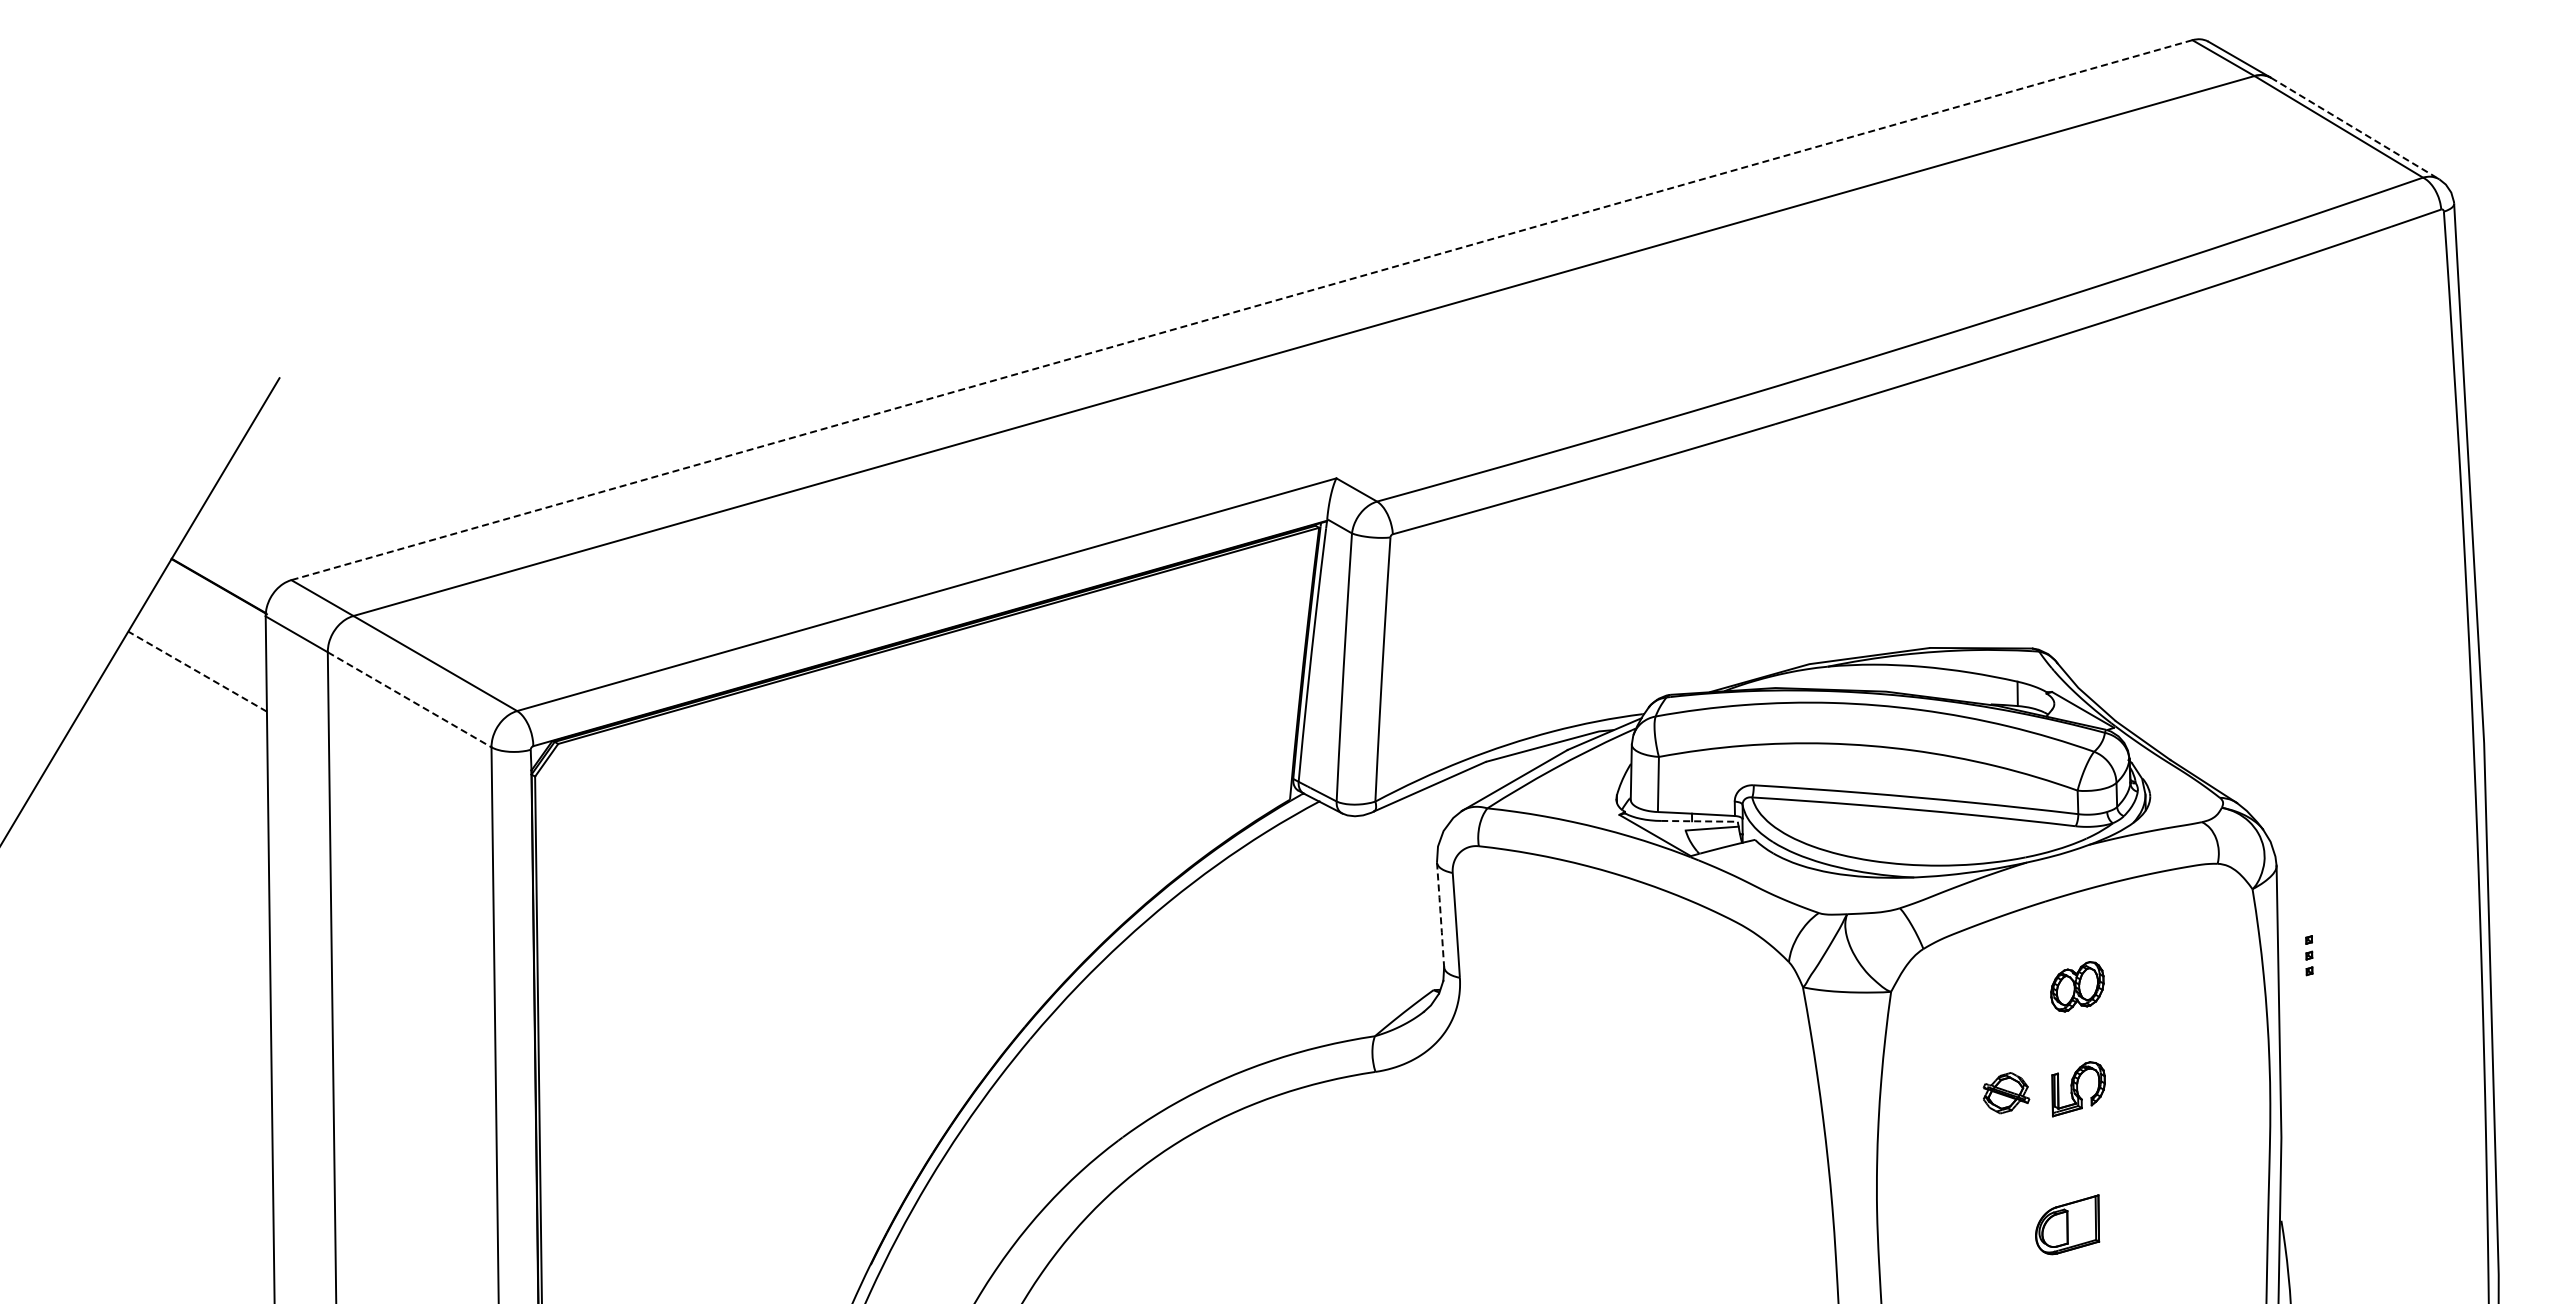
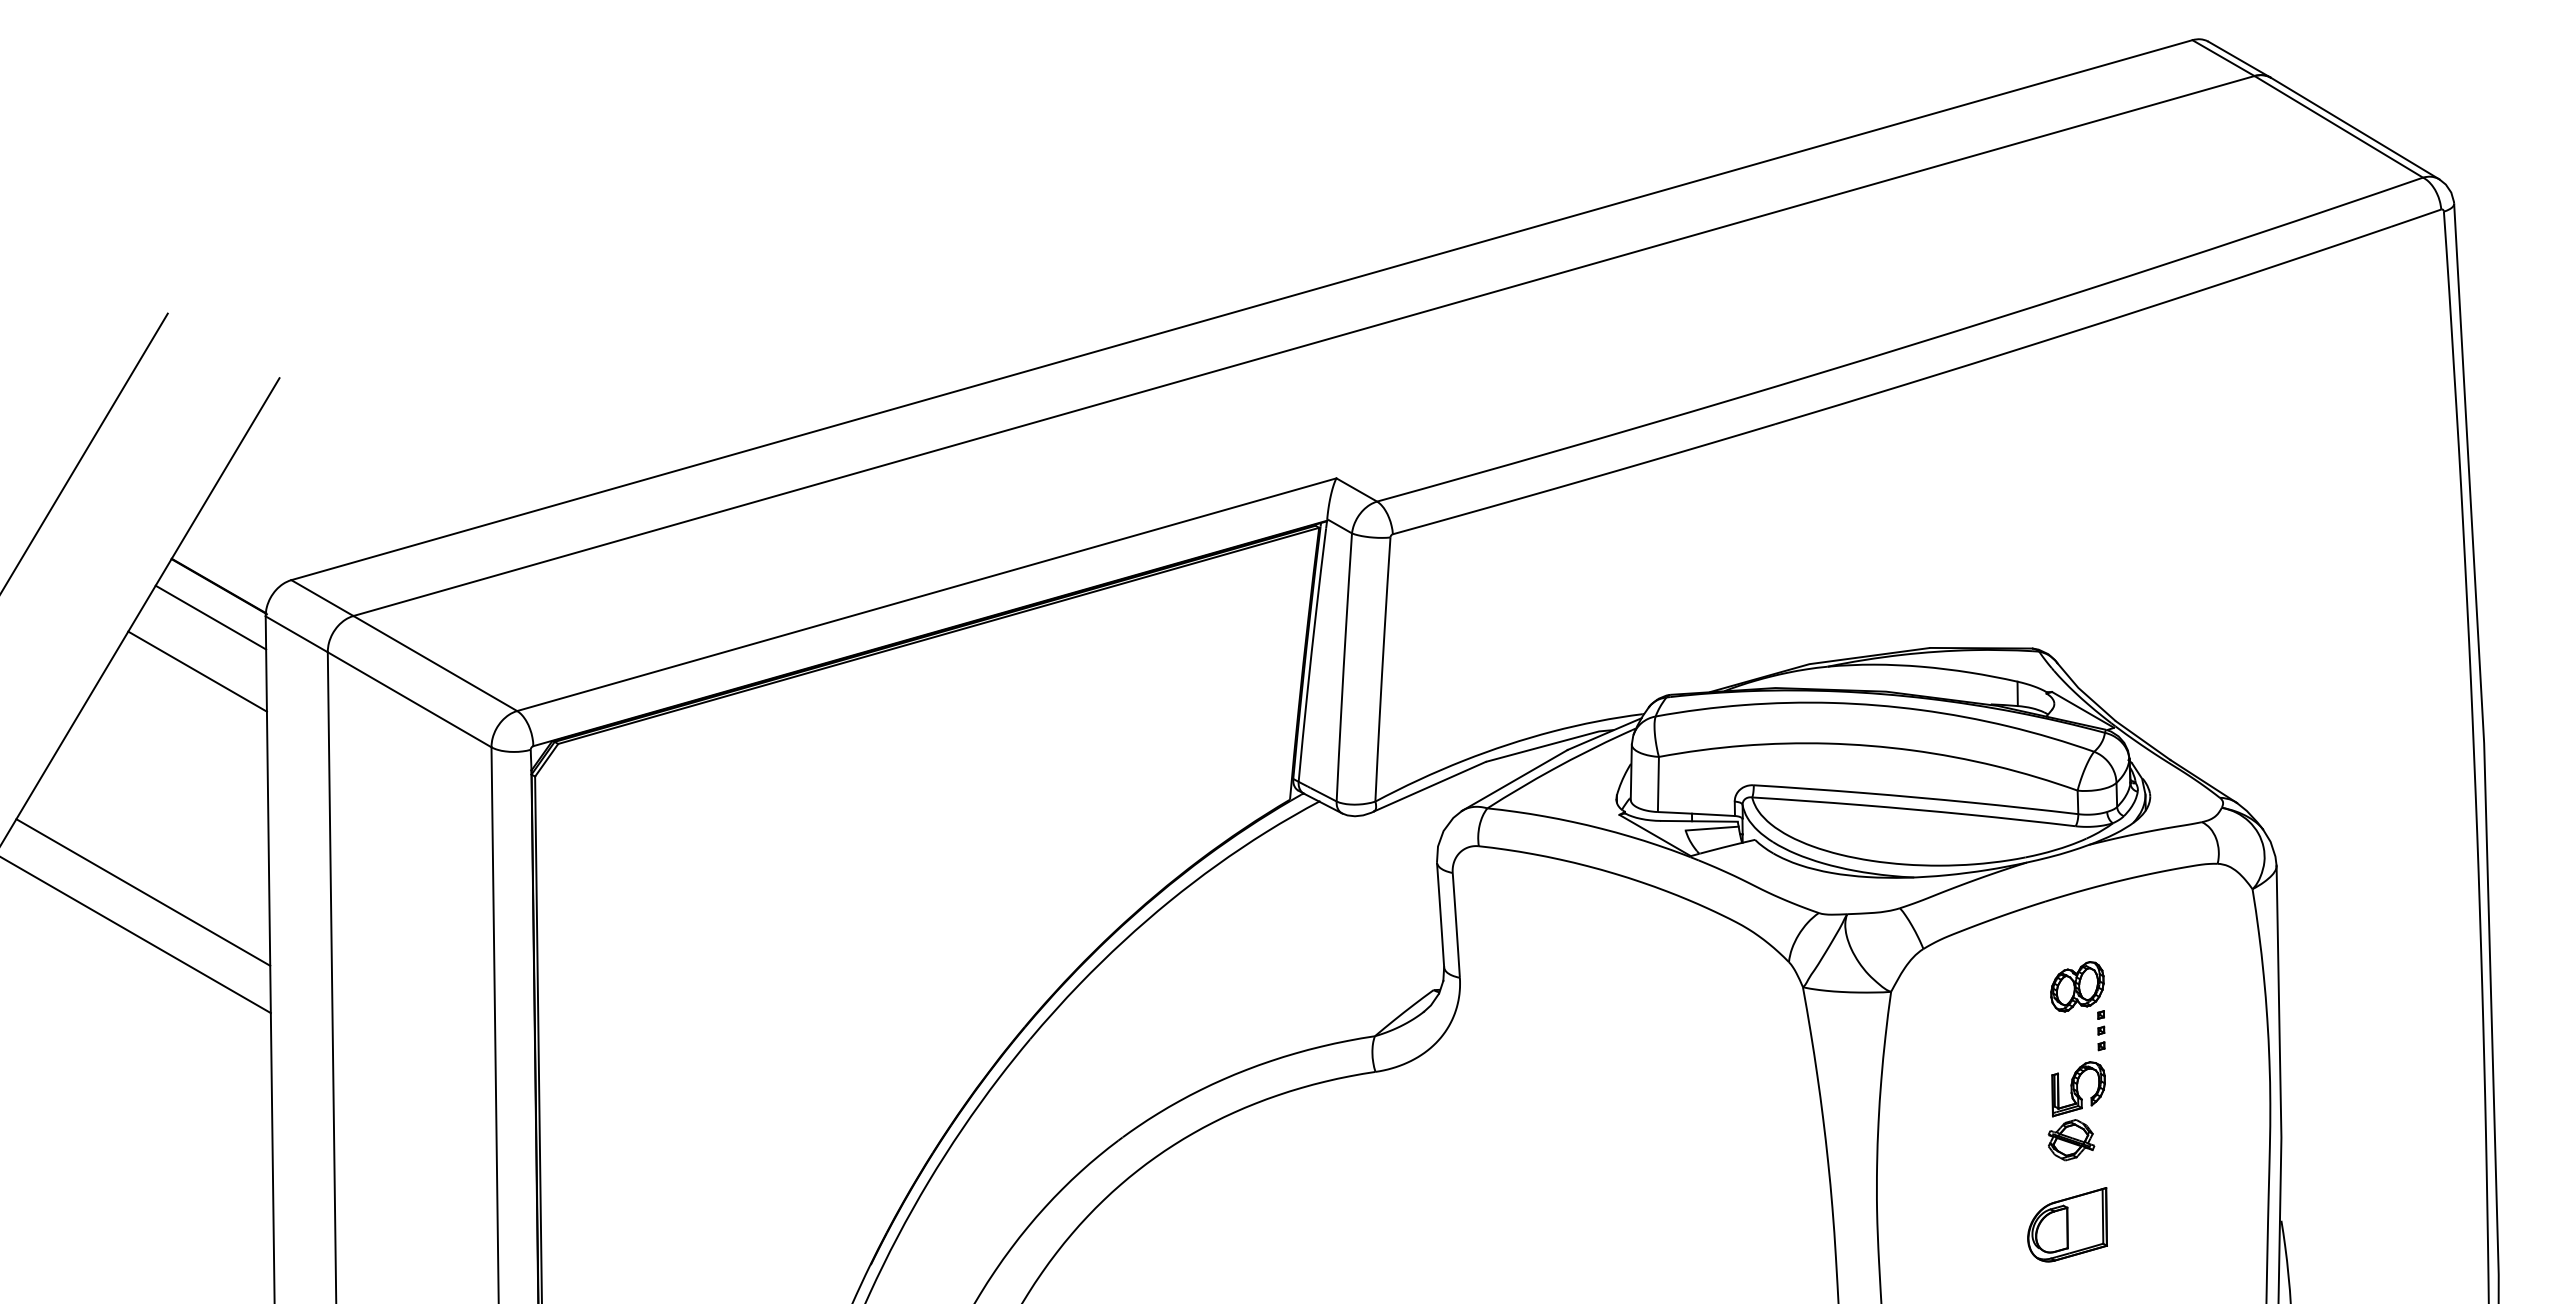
line at (2355, 128): dashed -> solid
line at (1241, 310): dashed -> solid
line at (84, 452): none -> present
line at (210, 617): none -> present
line at (197, 671): dashed -> solid
line at (409, 699): dashed -> solid
line at (1700, 821): dashed -> solid
line at (143, 892): none -> present
line at (1440, 915): dashed -> solid
line at (136, 935): none -> present
part at (2309, 955) position: (2309, 955) -> (2101, 1030)
part at (2006, 1093) position: (2006, 1093) -> (2071, 1140)
part at (2067, 1224) size: 66x62 px -> 81x76 px
